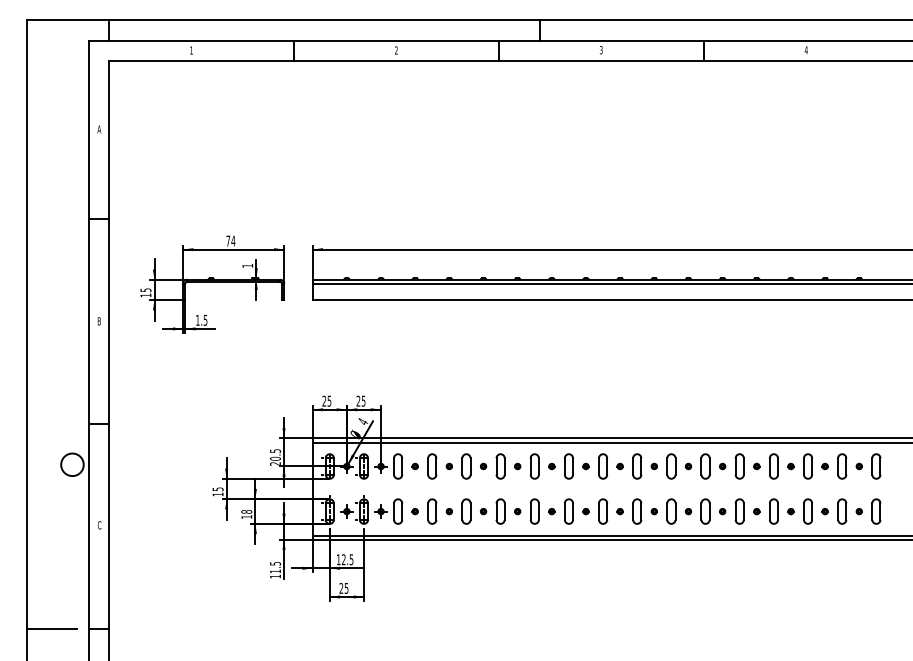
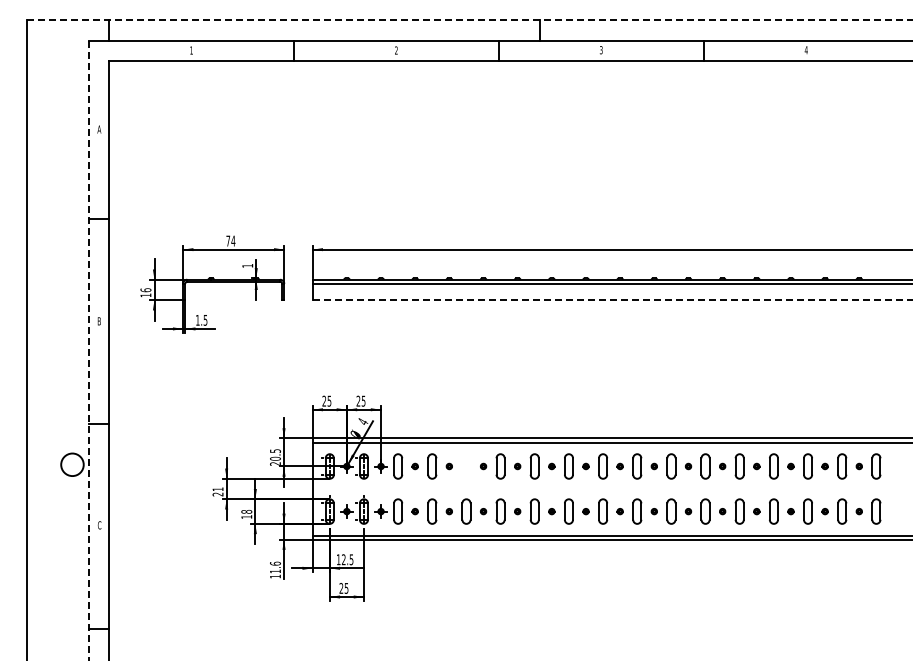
line at (470, 20): solid -> dashed
text at (145, 290): 15 -> 16
line at (612, 300): solid -> dashed
line at (88, 350): solid -> dashed
part at (466, 466): present -> none
text at (217, 491): 15 -> 21
text at (275, 563): 11.5 -> 11.6
line at (51, 628): present -> none
